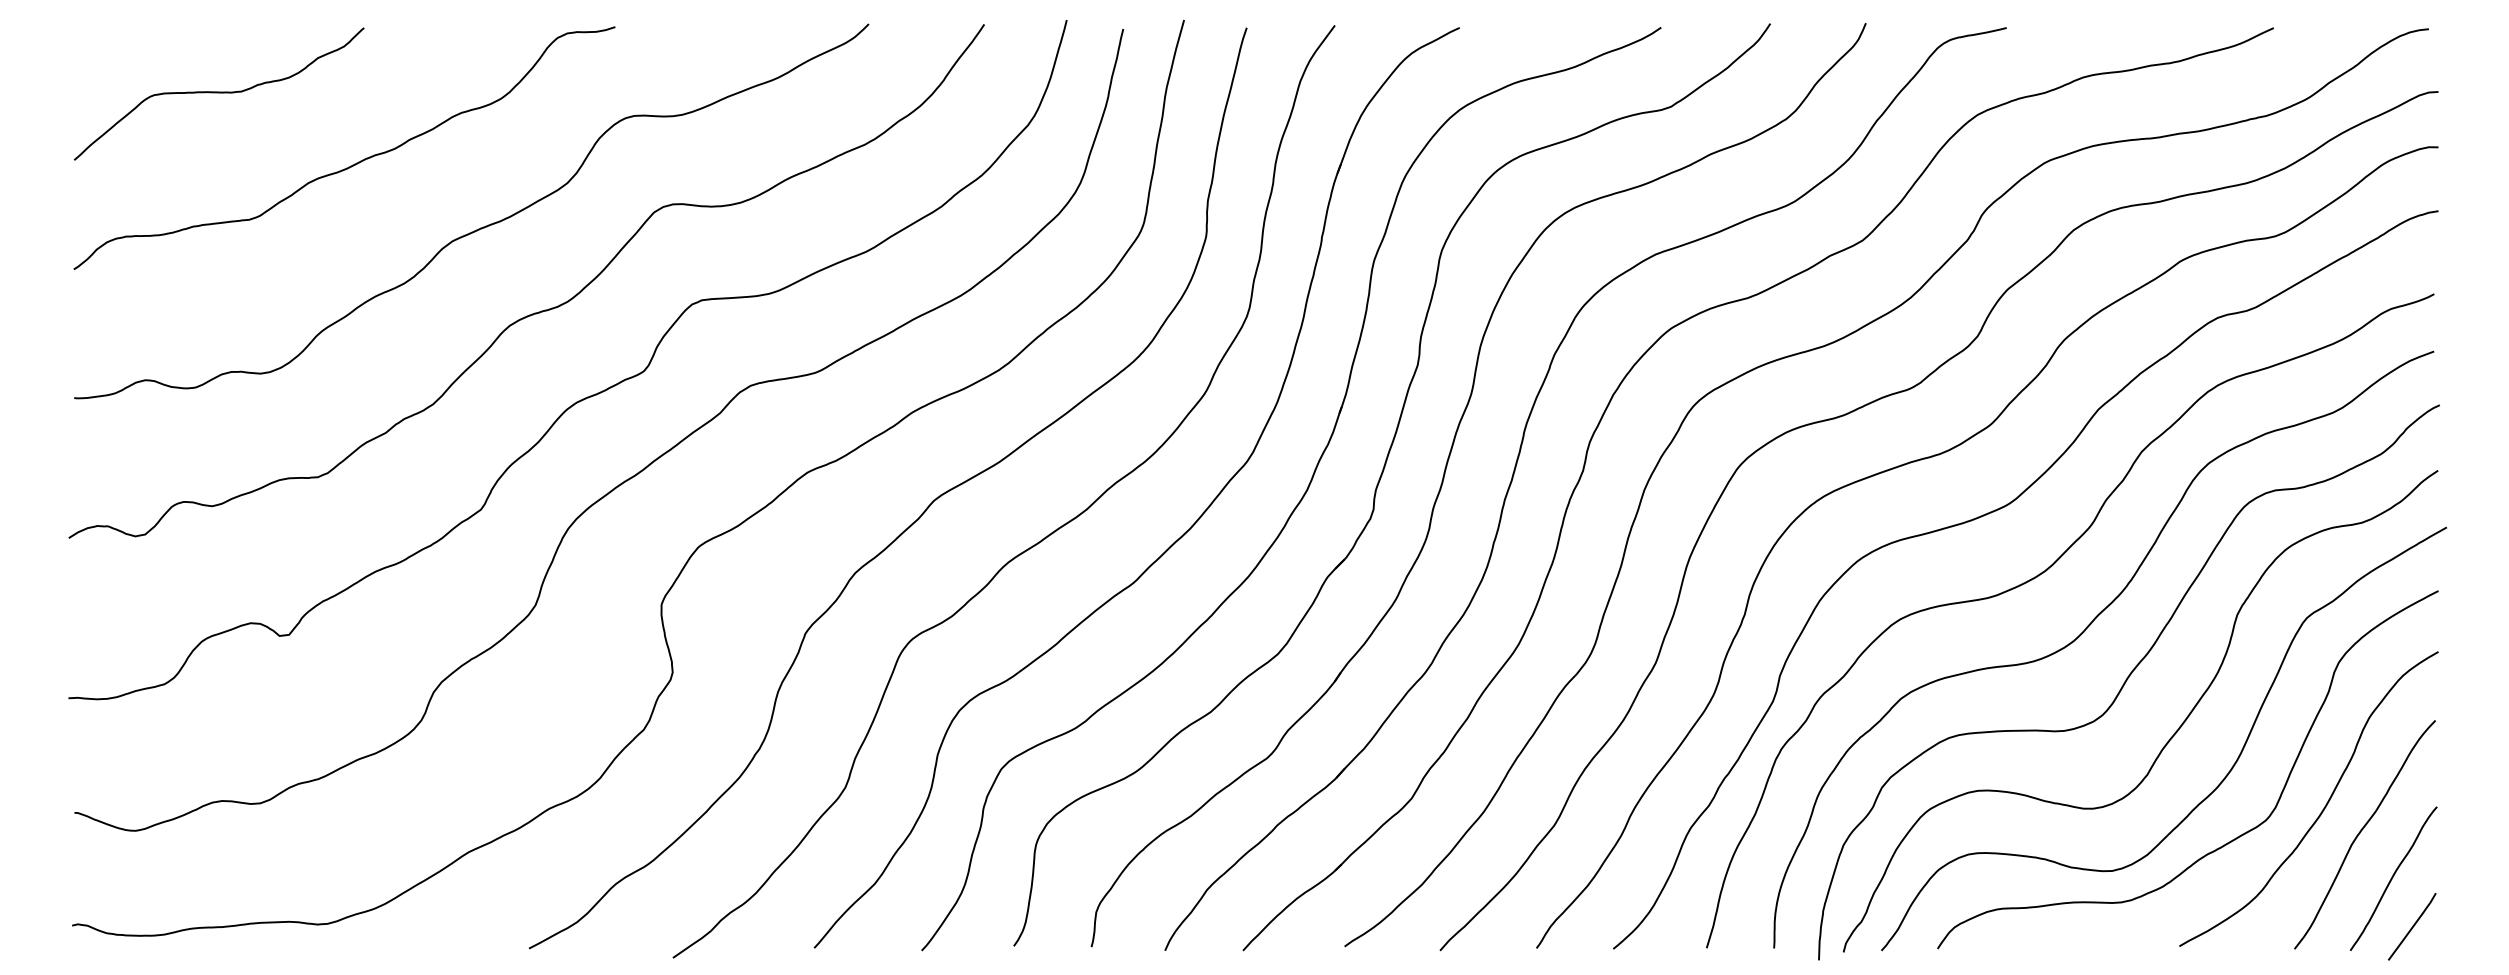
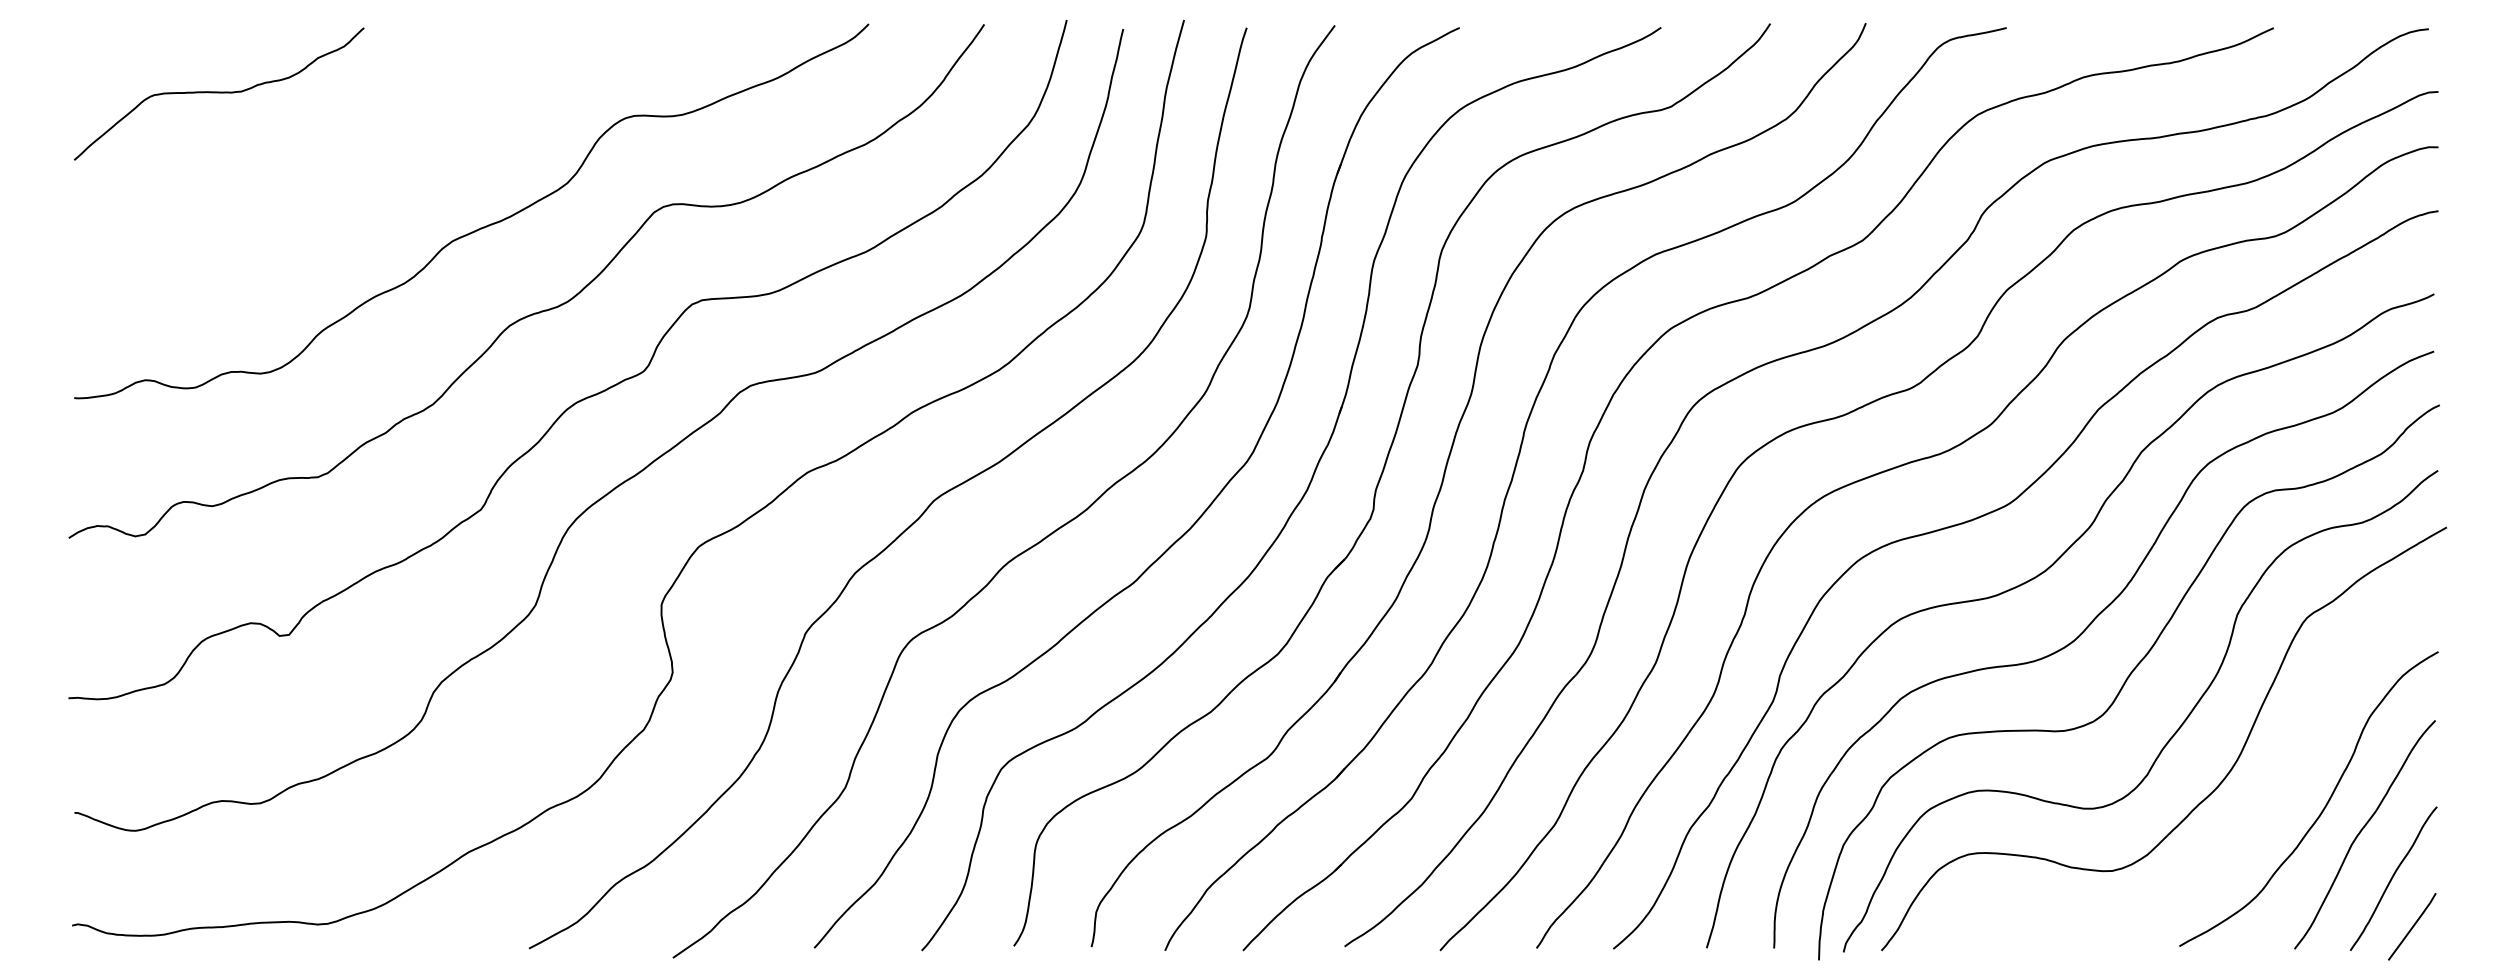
curve at (352, 164): present -> none
curve at (2230, 840): present -> none
